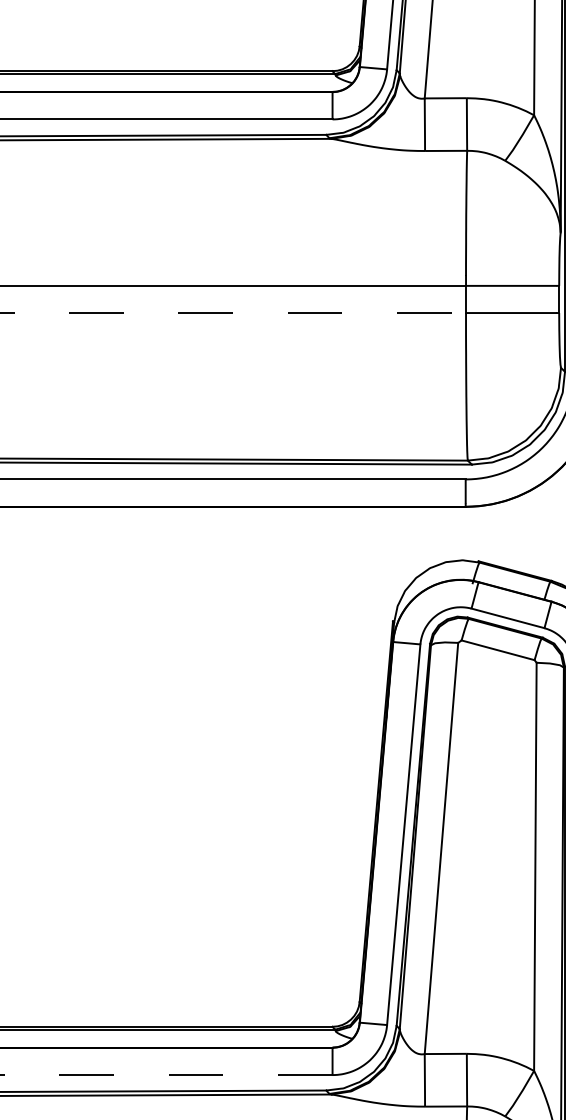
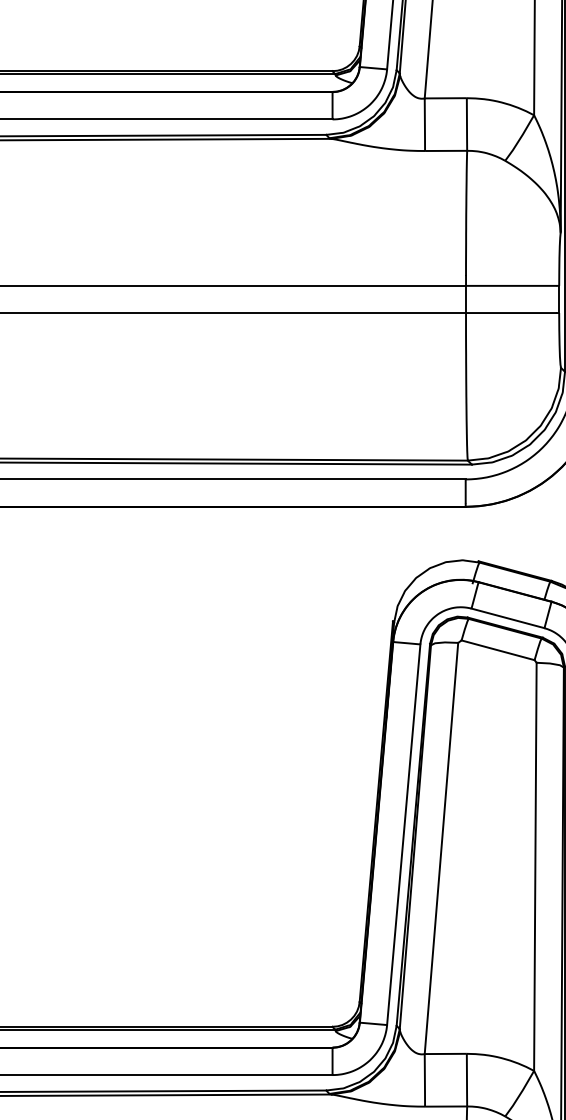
line at (233, 313): dashed -> solid
line at (166, 1075): dashed -> solid
